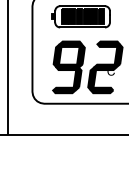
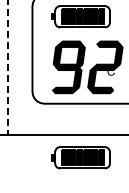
line at (7, 68): solid -> dashed
part at (80, 157): none -> present
